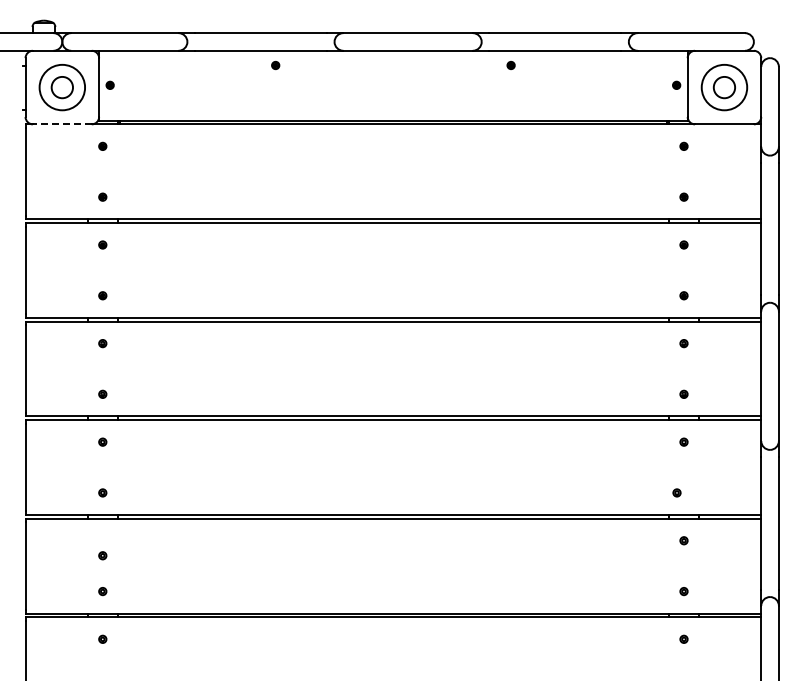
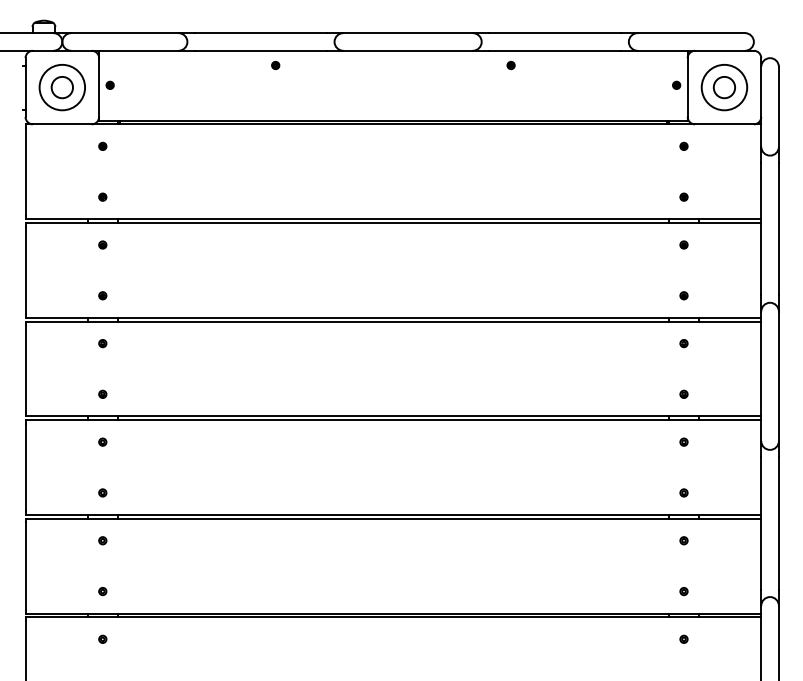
line at (61, 124): dashed -> solid
part at (676, 492) position: (676, 492) -> (683, 492)
part at (102, 555) position: (102, 555) -> (102, 540)
